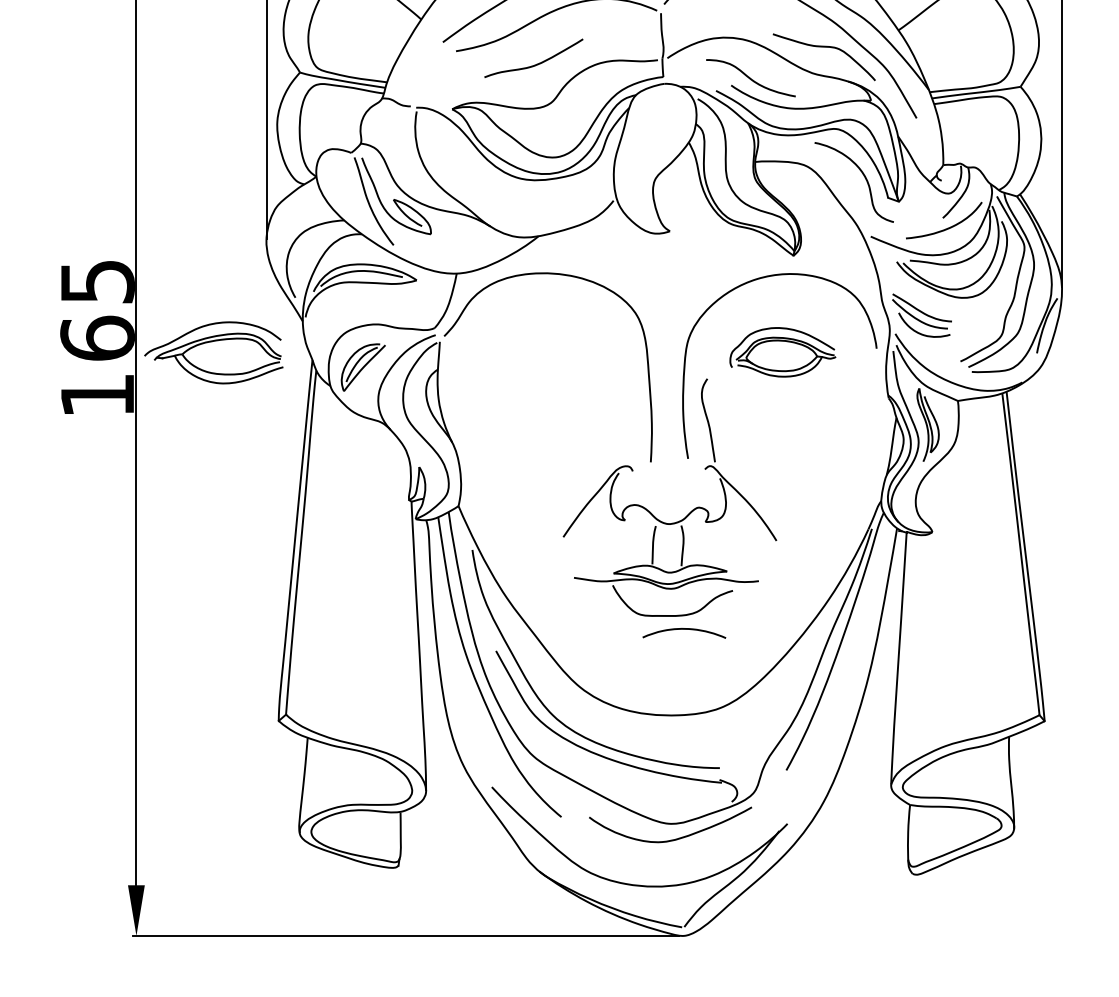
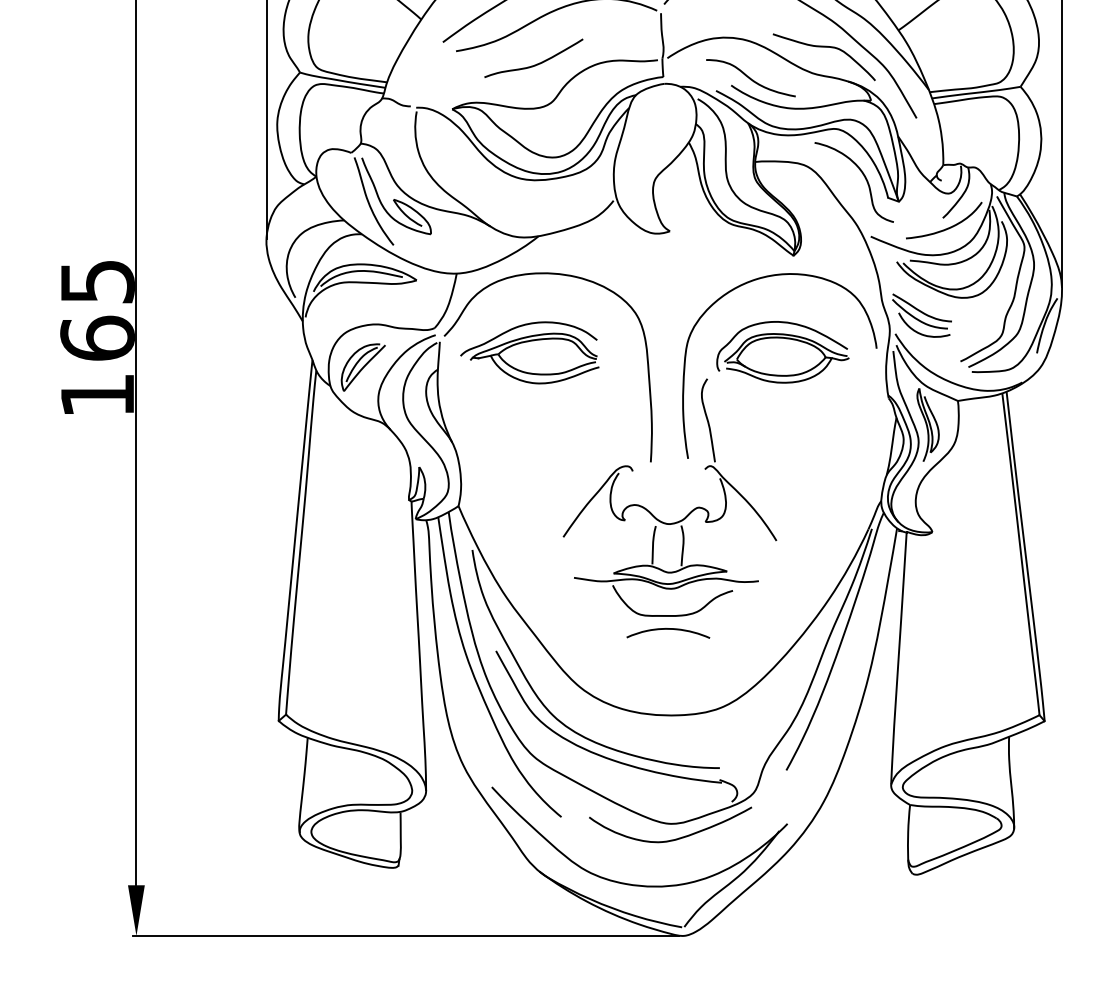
part at (212, 342) position: (212, 342) -> (528, 342)
part at (782, 352) size: 108x51 px -> 134x63 px
curve at (684, 629) position: (684, 629) -> (668, 629)
